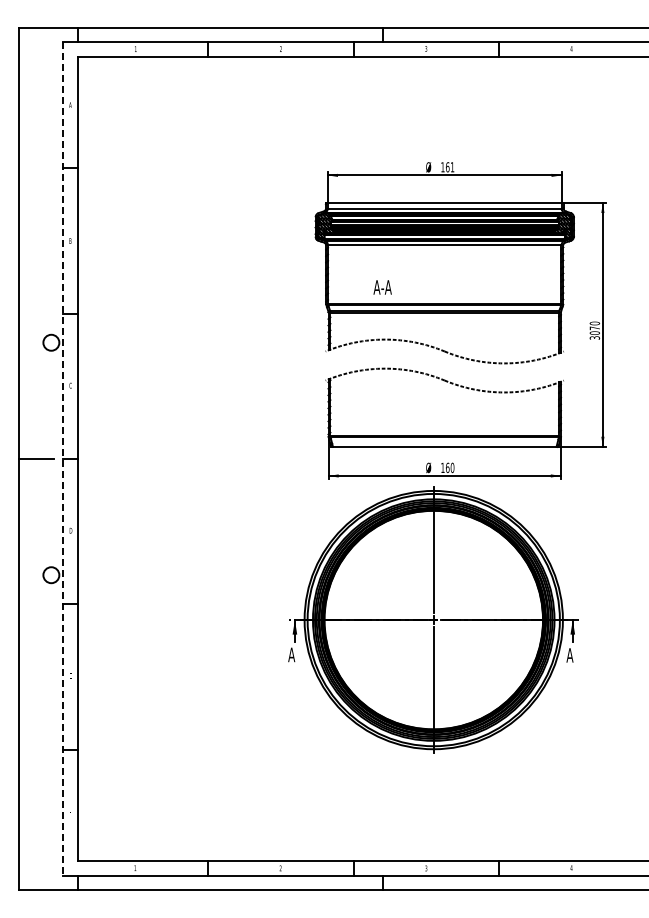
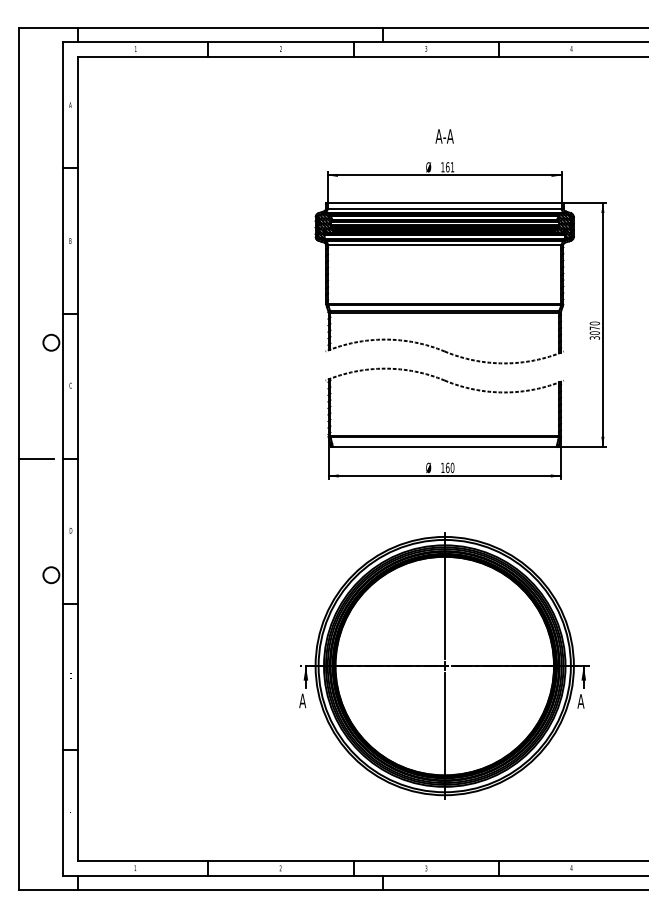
text at (382, 287) position: (382, 287) -> (444, 136)
line at (63, 459): dashed -> solid
part at (433, 619) position: (433, 619) -> (444, 665)
